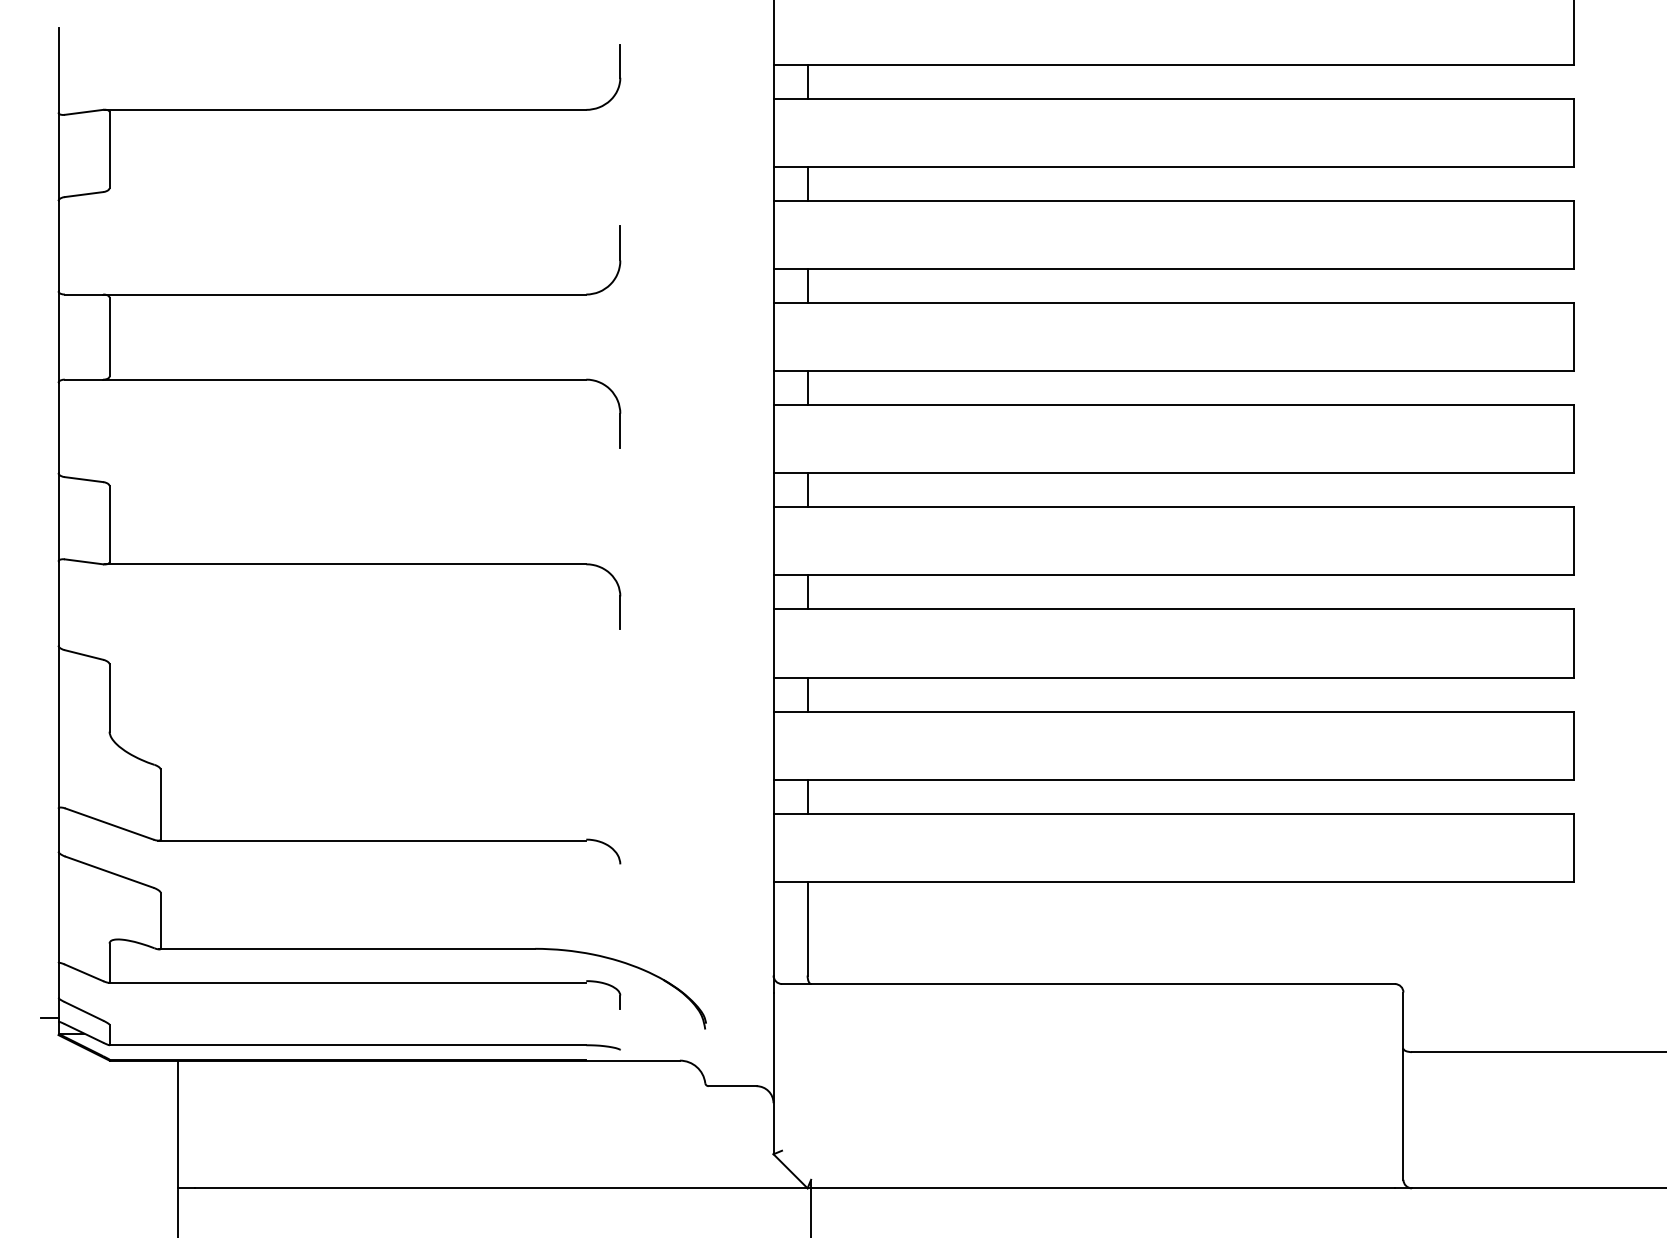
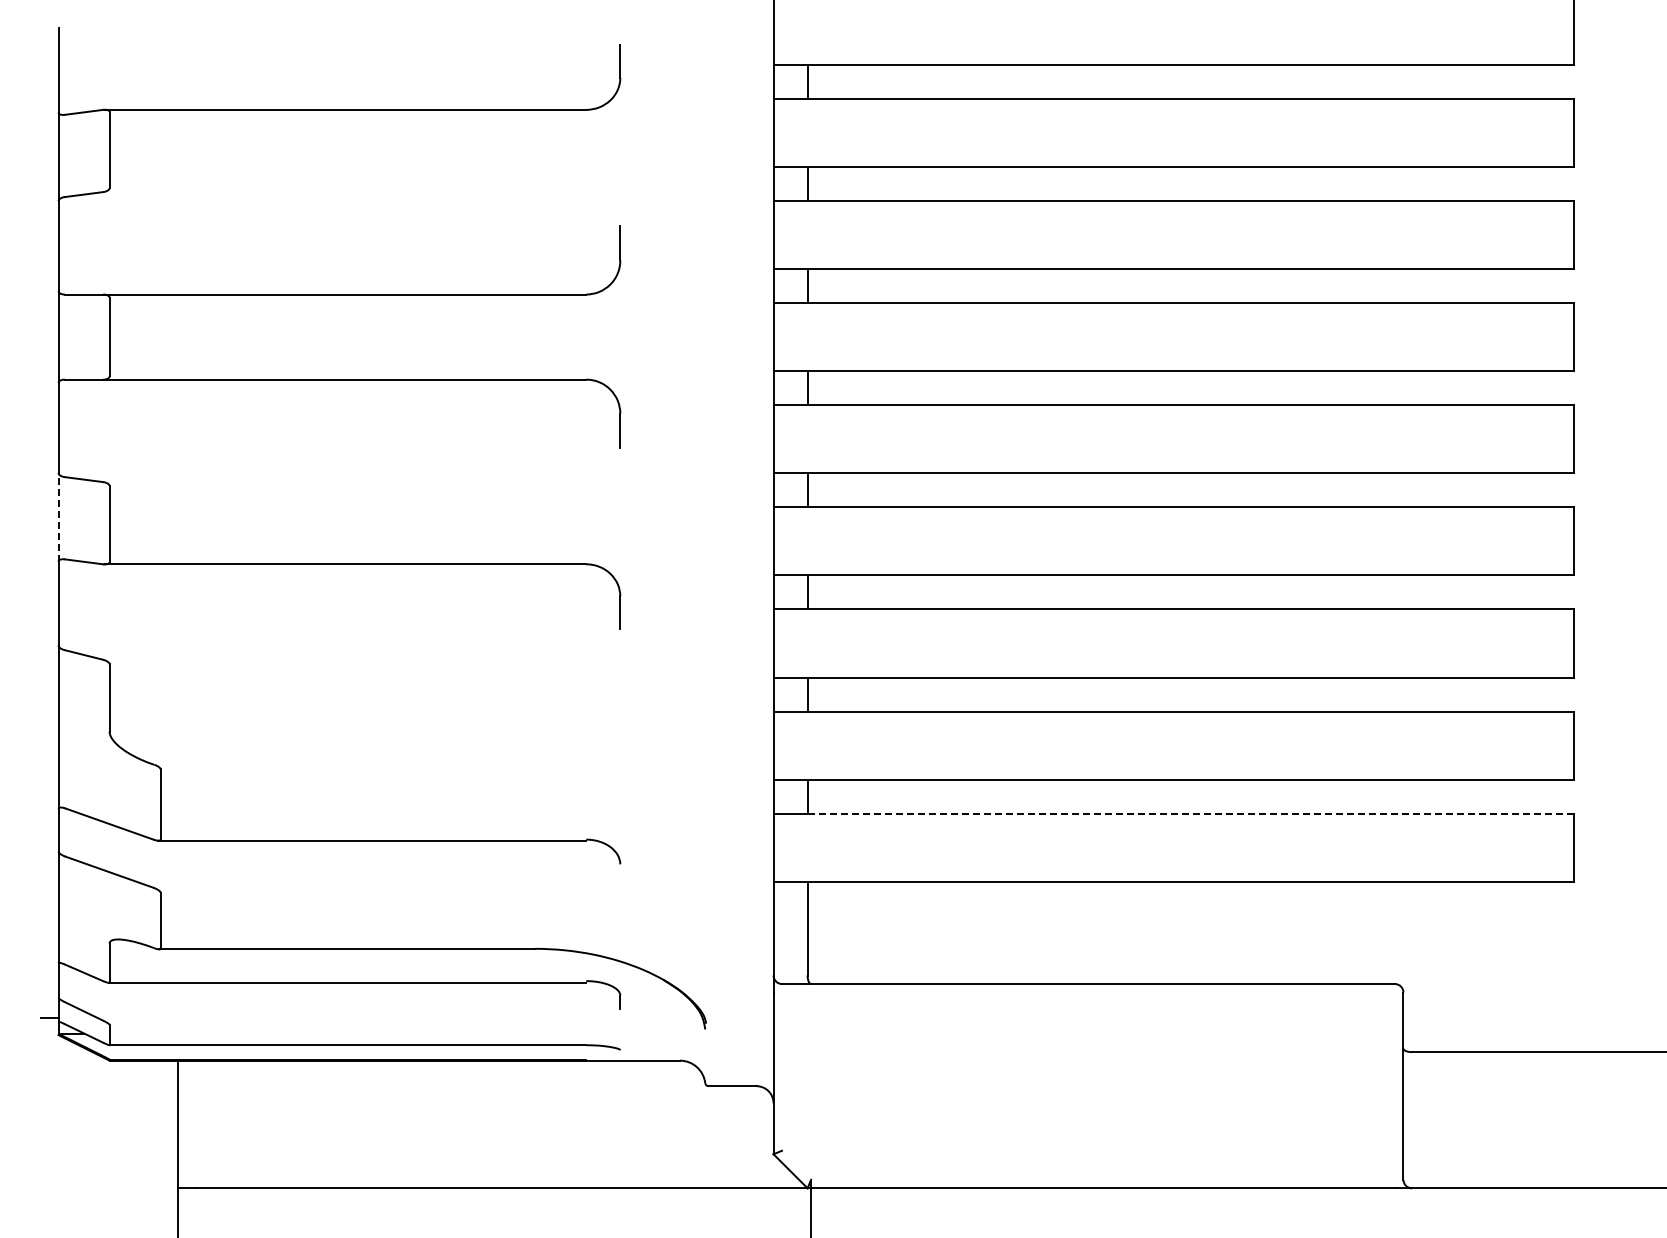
line at (58, 516): solid -> dashed
line at (1190, 813): solid -> dashed
